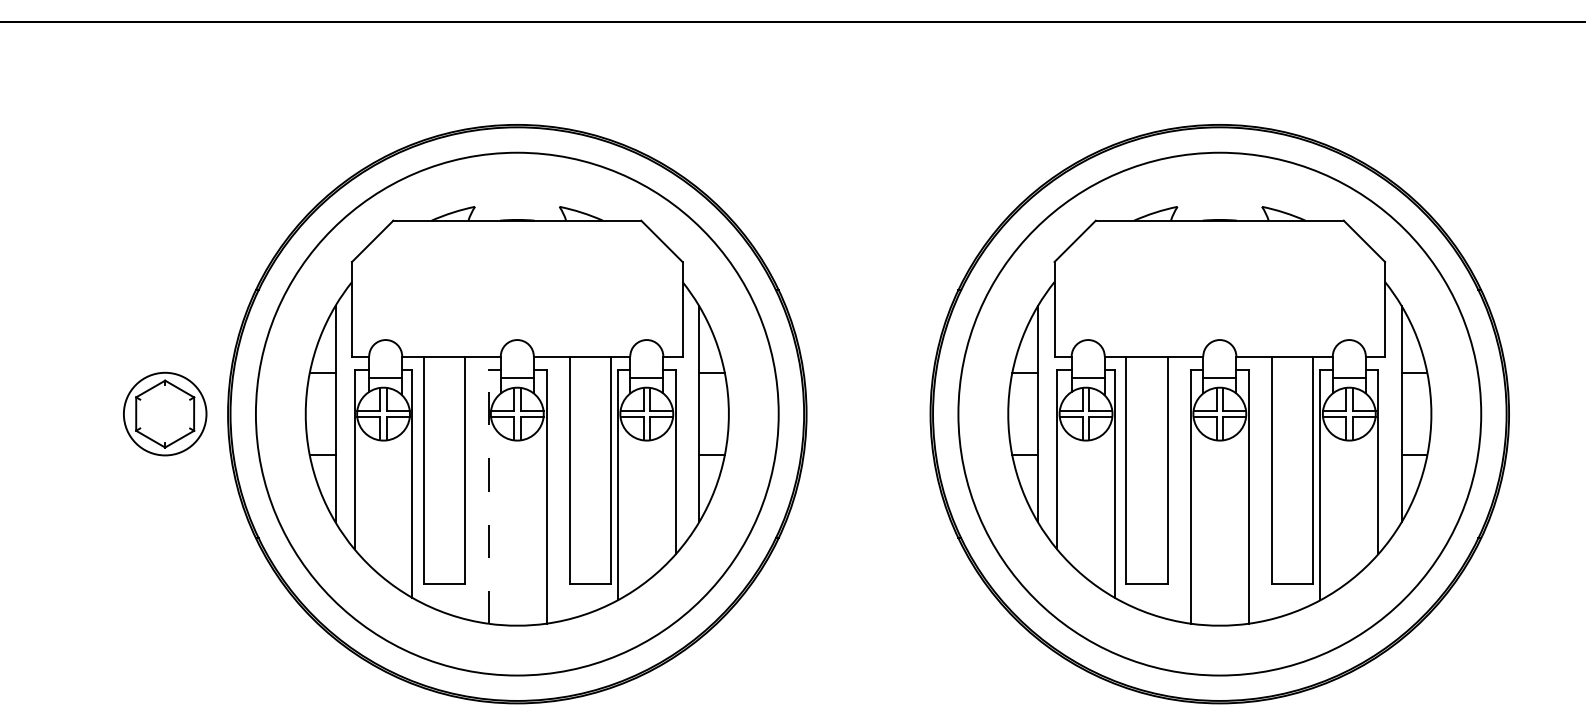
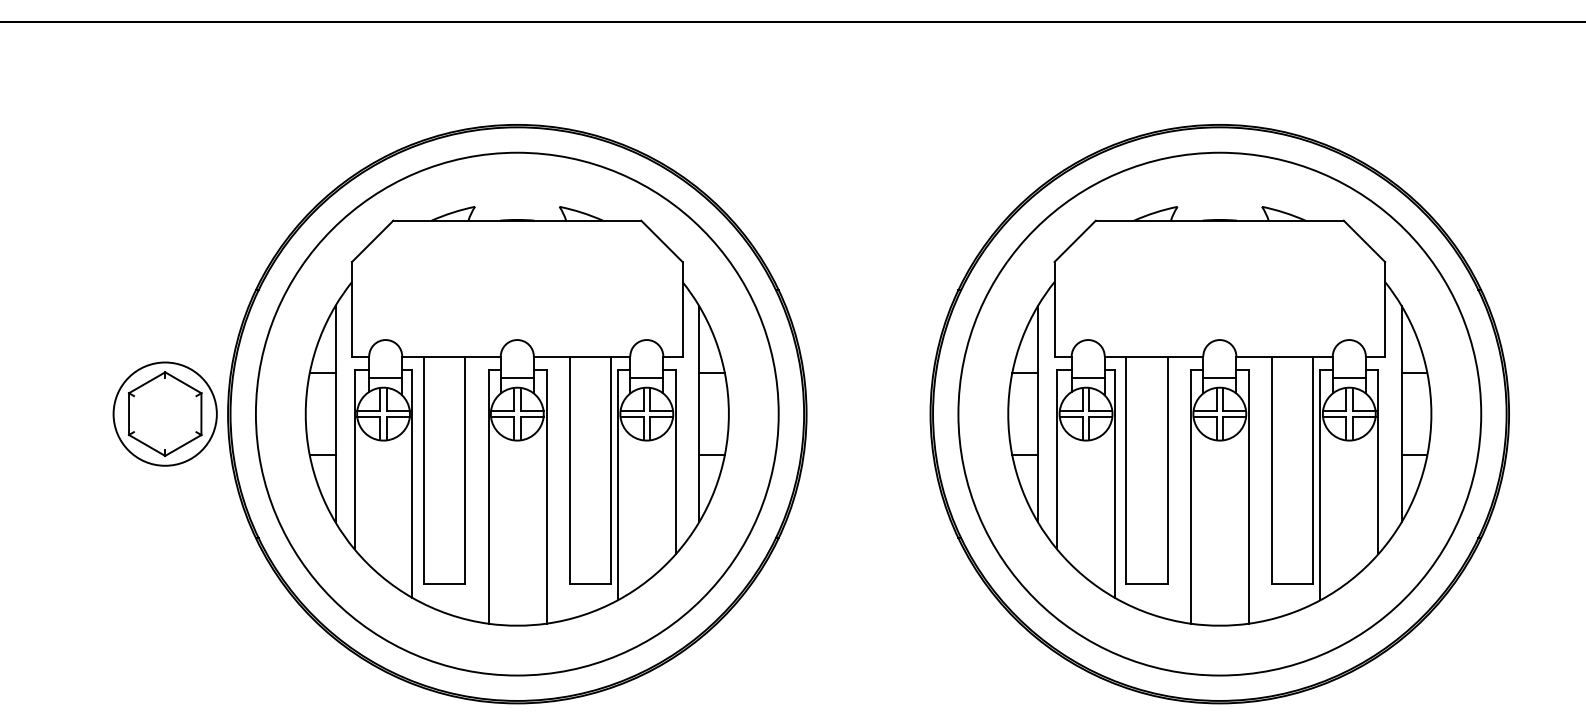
part at (165, 413) size: 85x86 px -> 106x106 px
line at (488, 497): dashed -> solid
